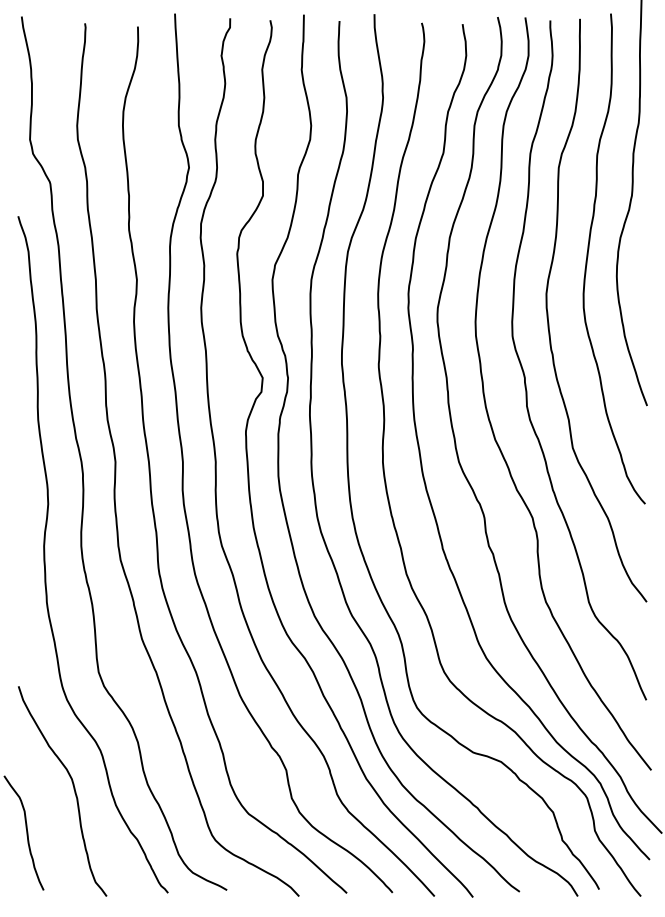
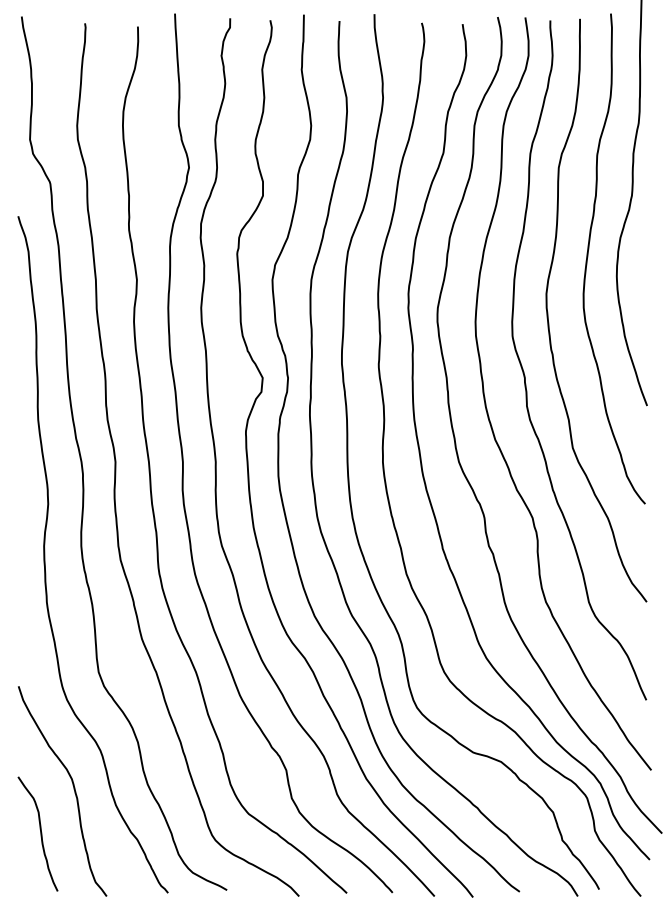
curve at (26, 832) position: (26, 832) -> (40, 833)
